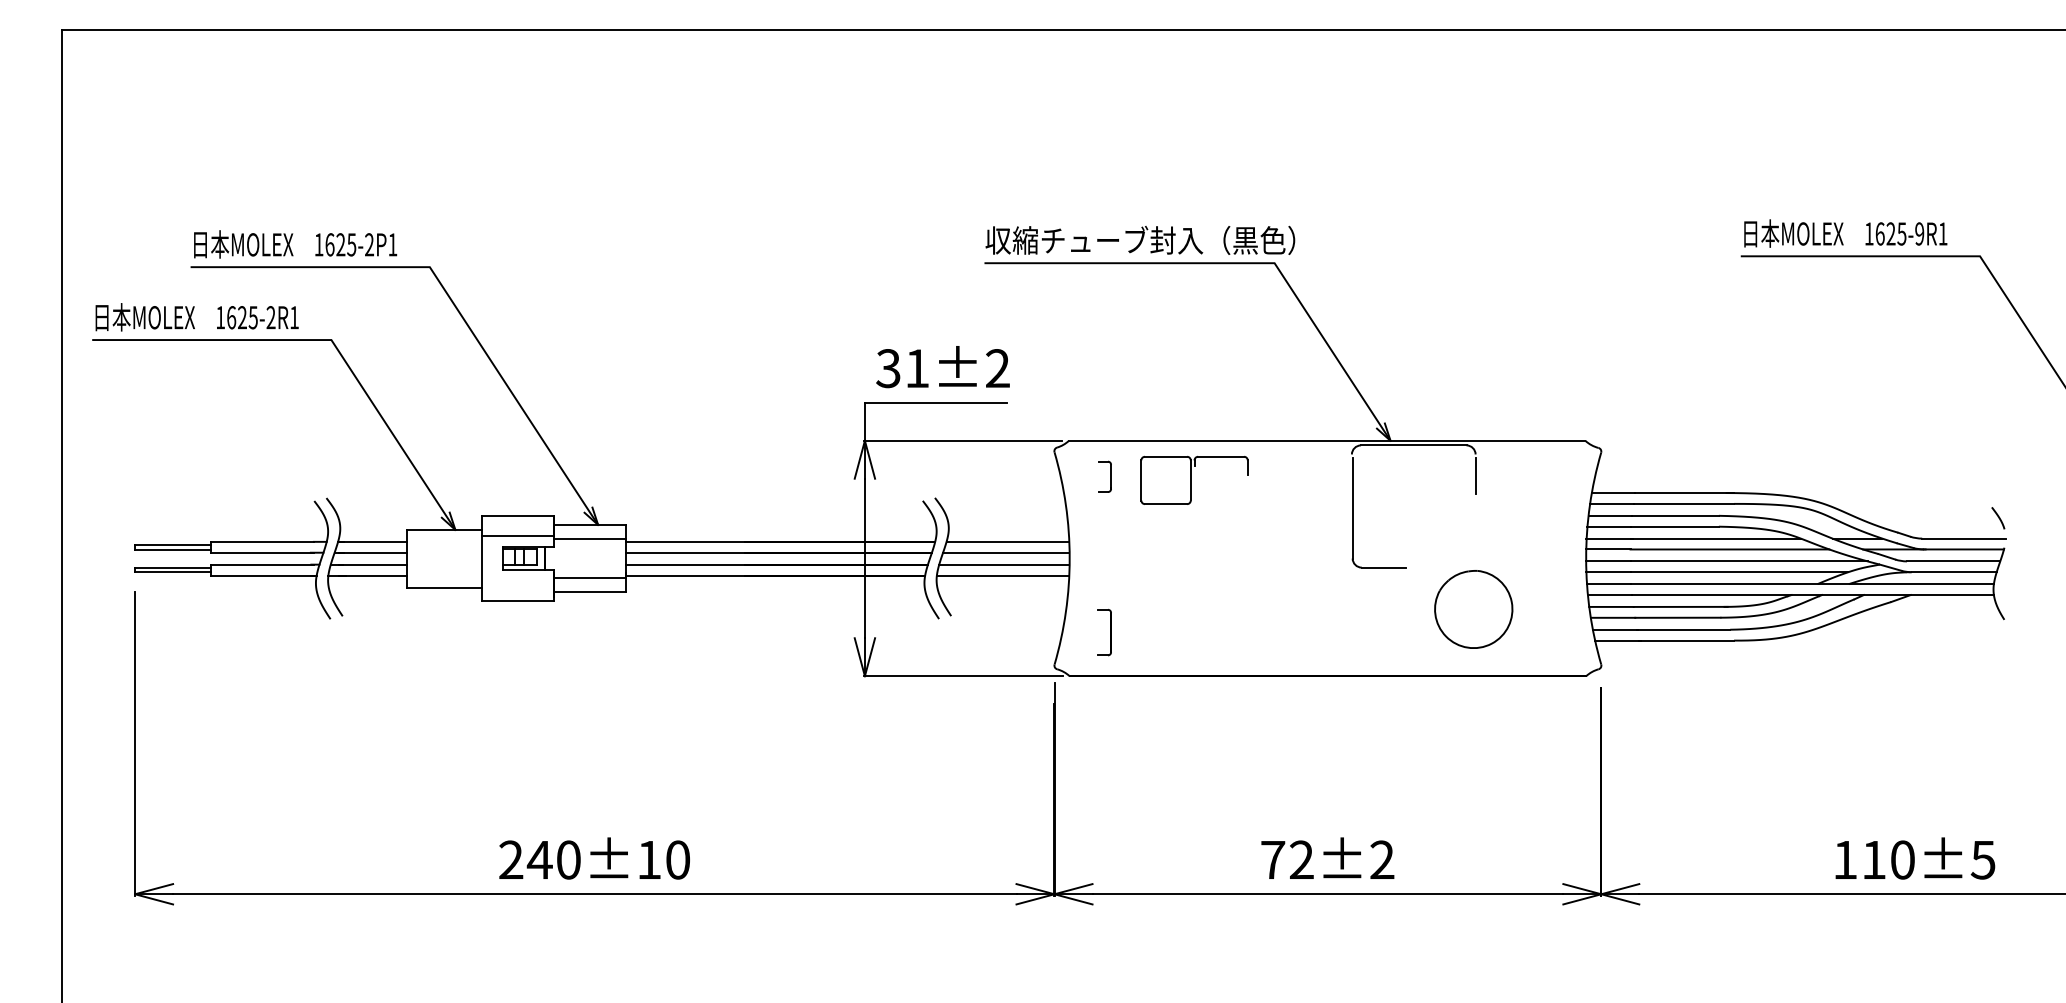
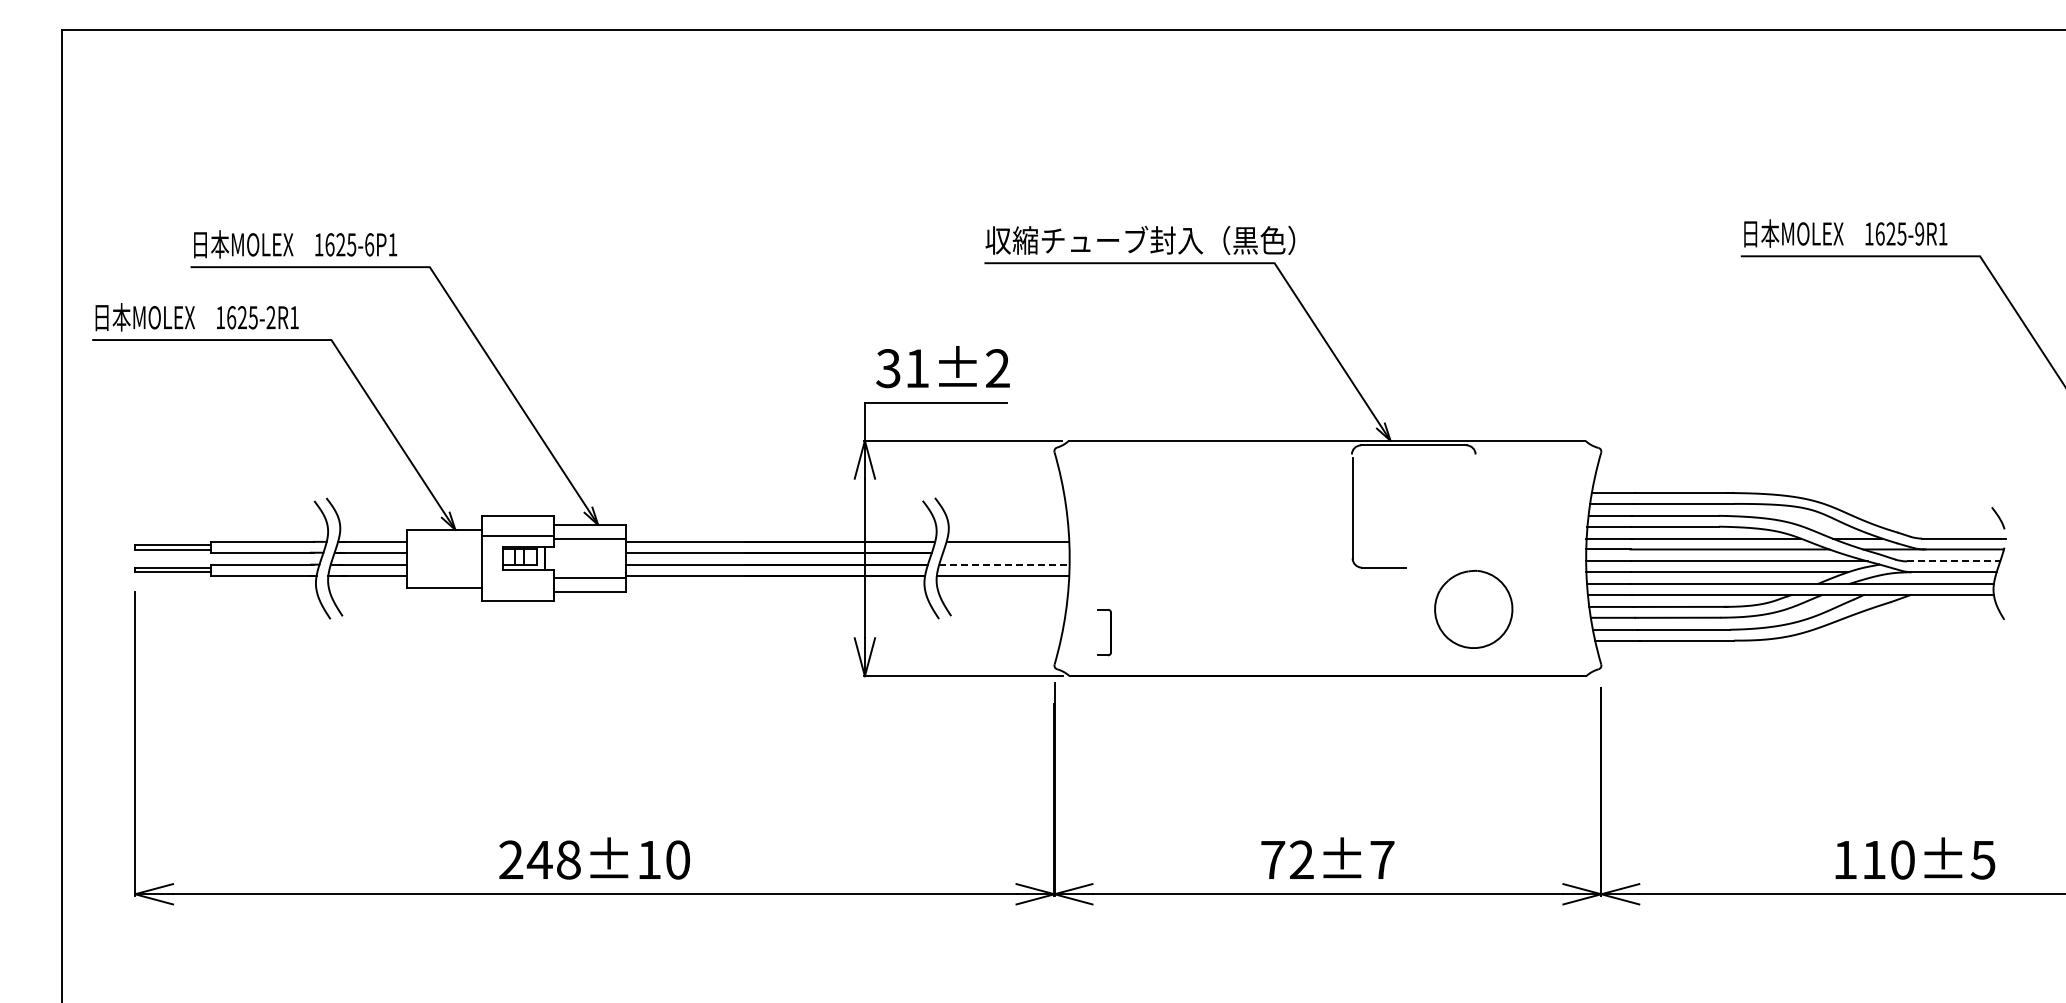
text at (369, 244): 1625-2P1 -> 1625-6P1
line at (1476, 475): present -> none
part at (1104, 476): present -> none
part at (1194, 480): present -> none
line at (1006, 552): present -> none
line at (1953, 561): solid -> dashed
line at (1004, 564): solid -> dashed
text at (568, 859): 240±10 -> 248±10
text at (1382, 859): 72±2 -> 72±7
